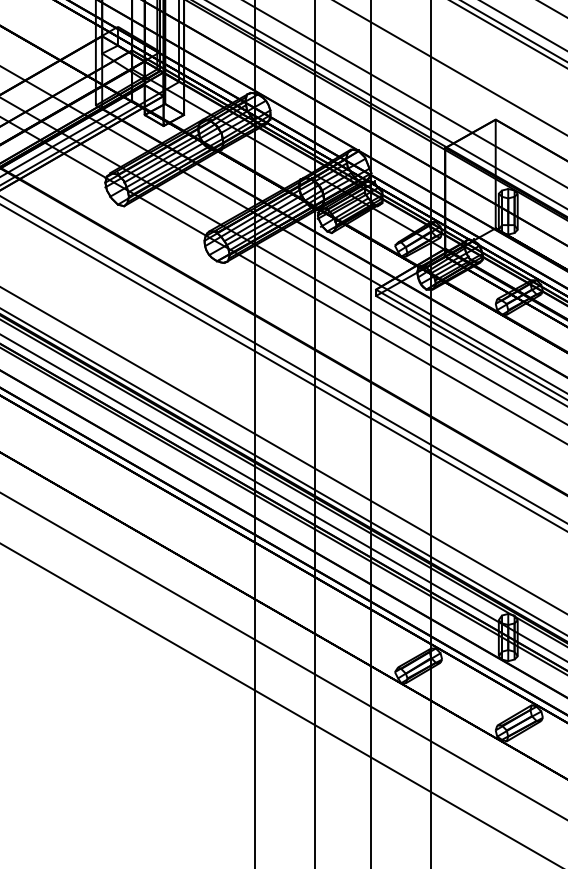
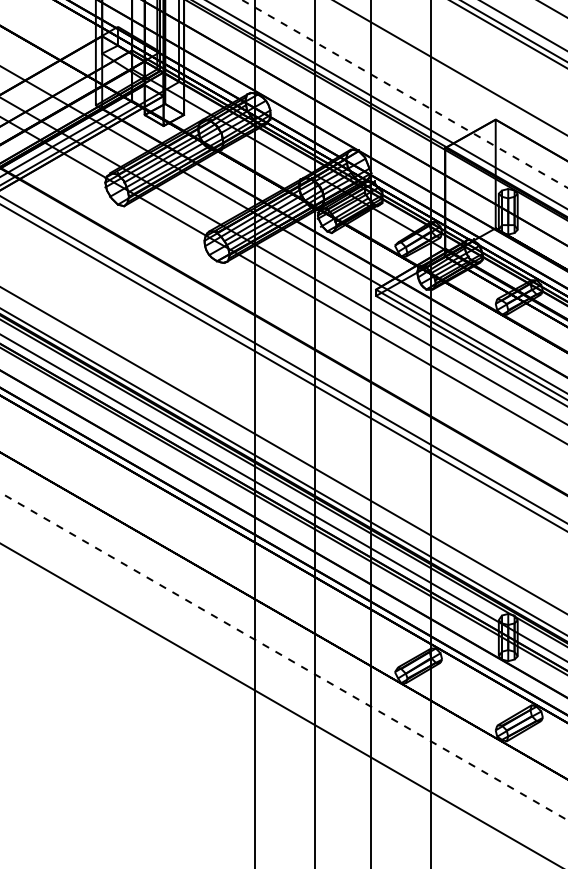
line at (405, 94): solid -> dashed
line at (283, 656): solid -> dashed
